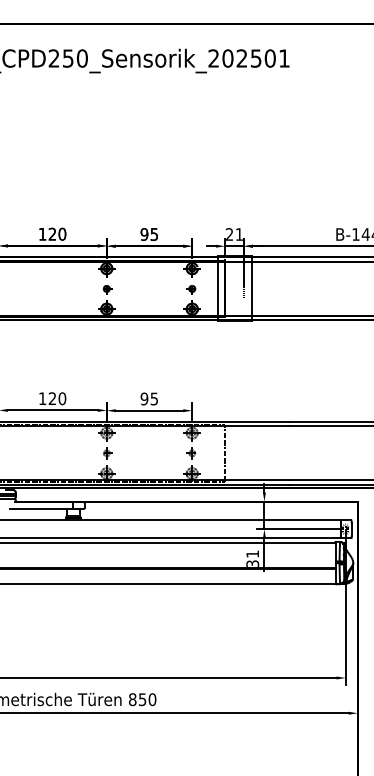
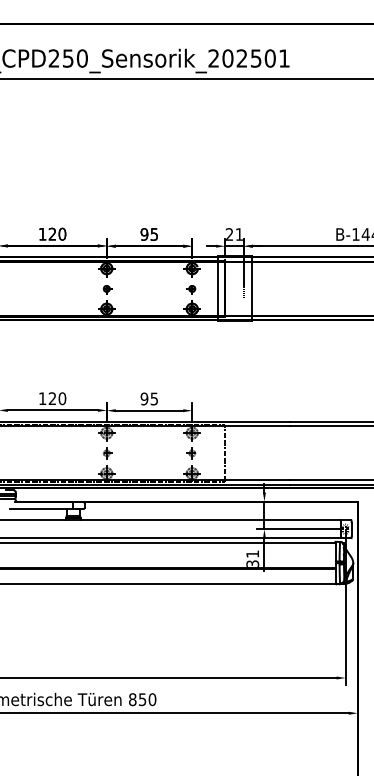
line at (186, 78): none -> present
